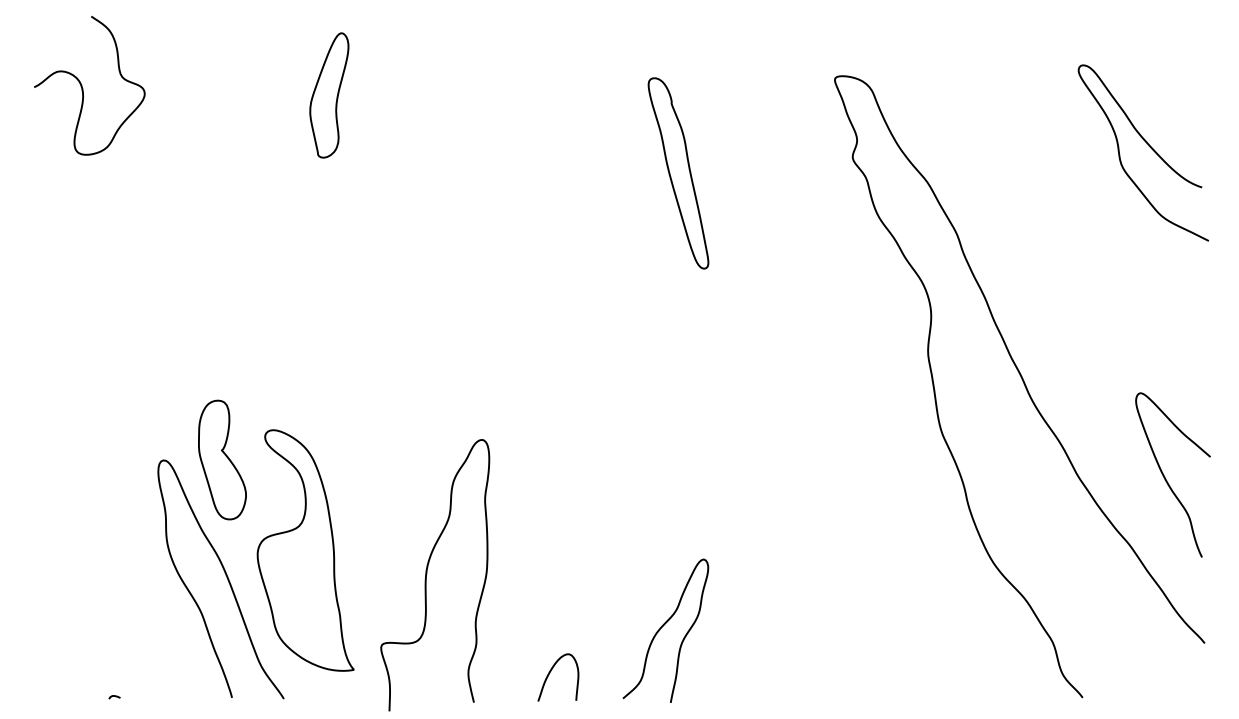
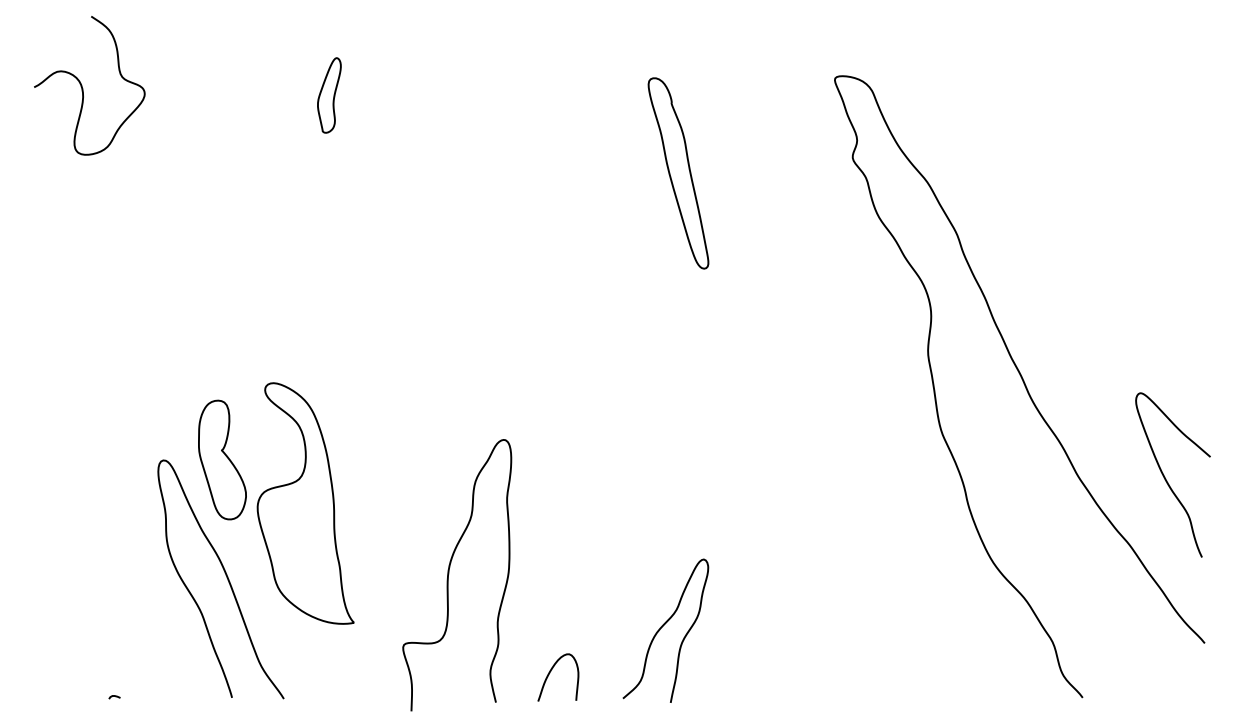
part at (329, 95) size: 41x127 px -> 25x77 px
curve at (1149, 147): present -> none
part at (305, 550) position: (305, 550) -> (305, 503)
curve at (427, 574) position: (427, 574) -> (449, 574)
